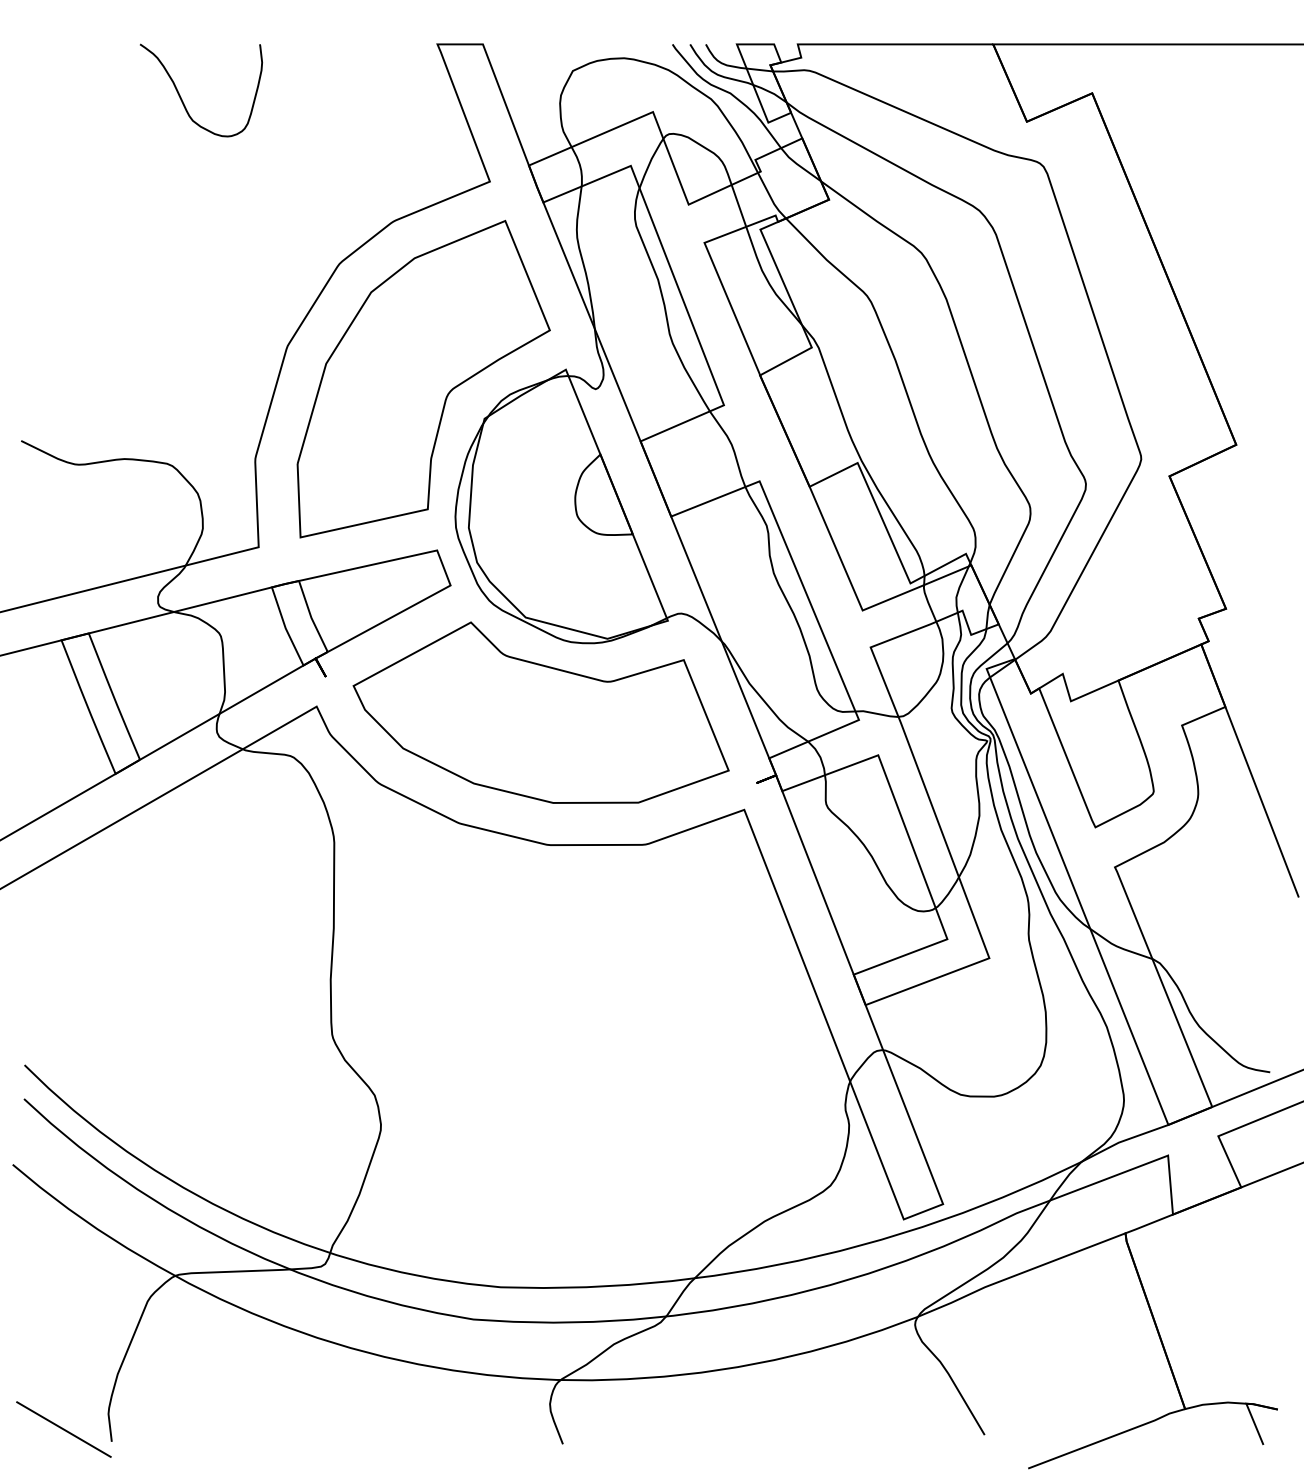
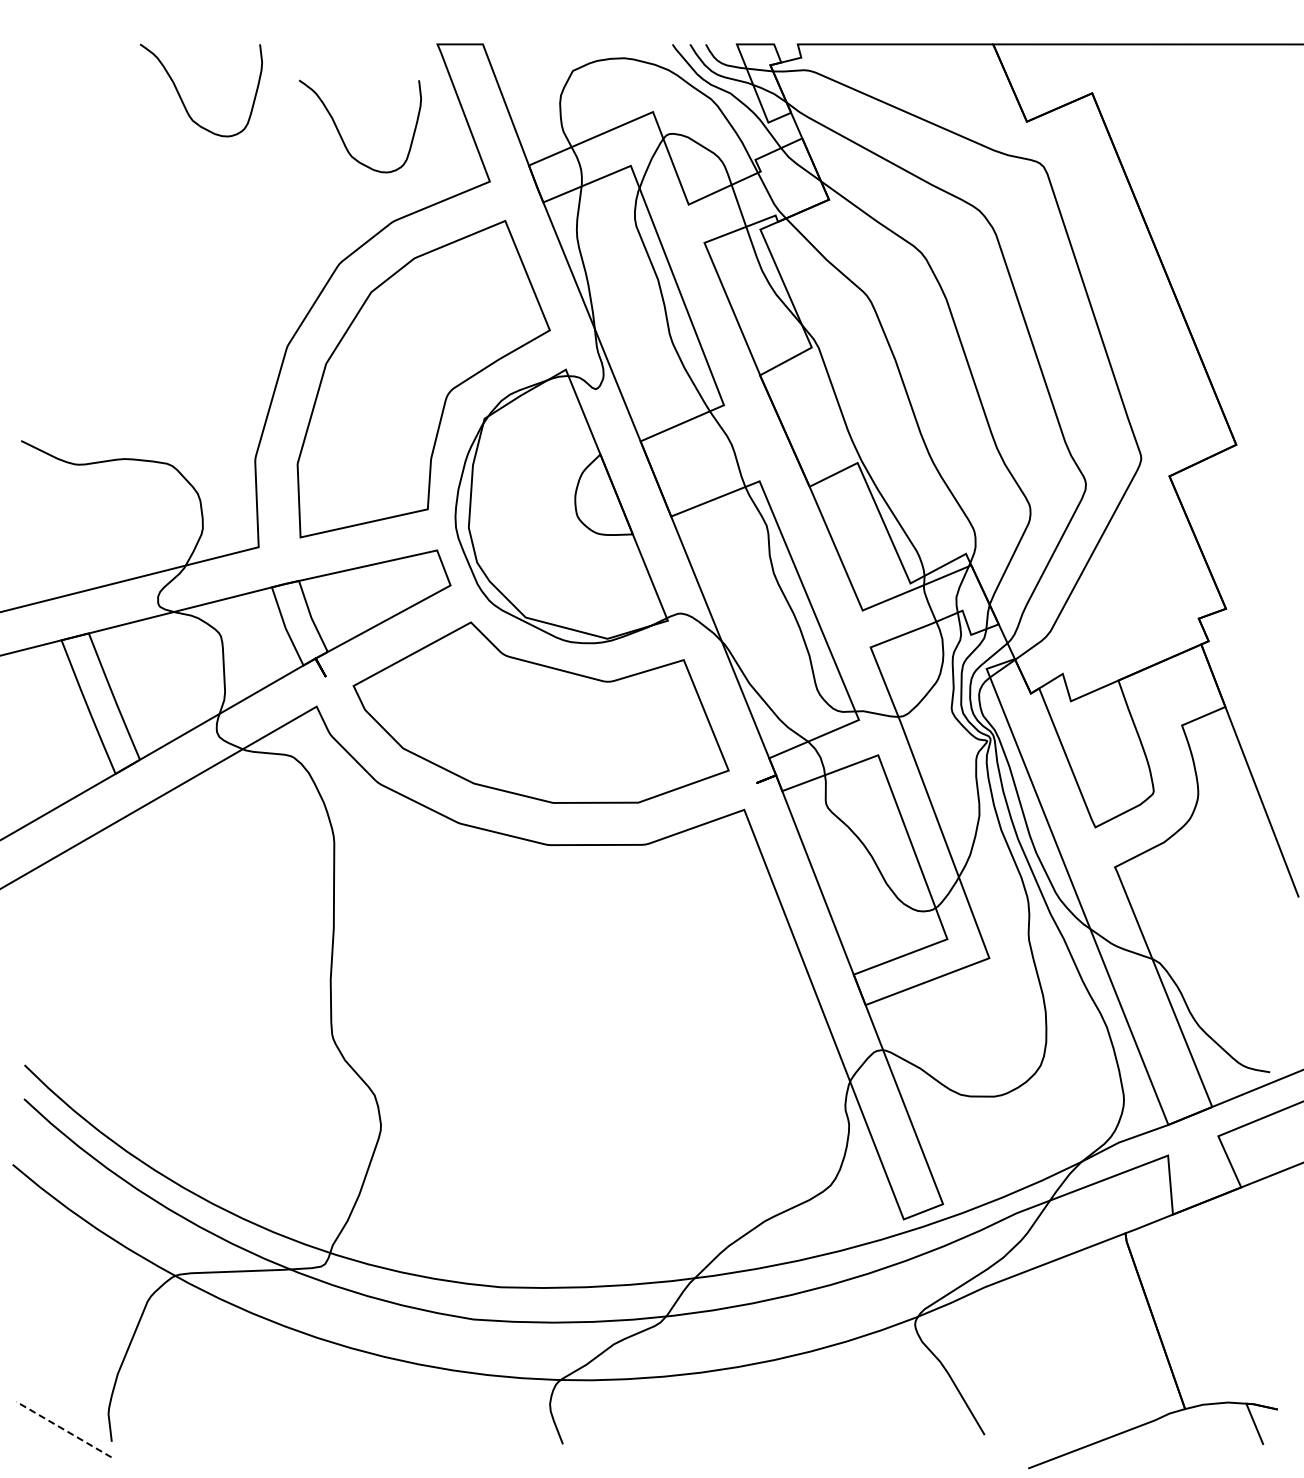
curve at (341, 135): none -> present
line at (63, 1429): solid -> dashed
